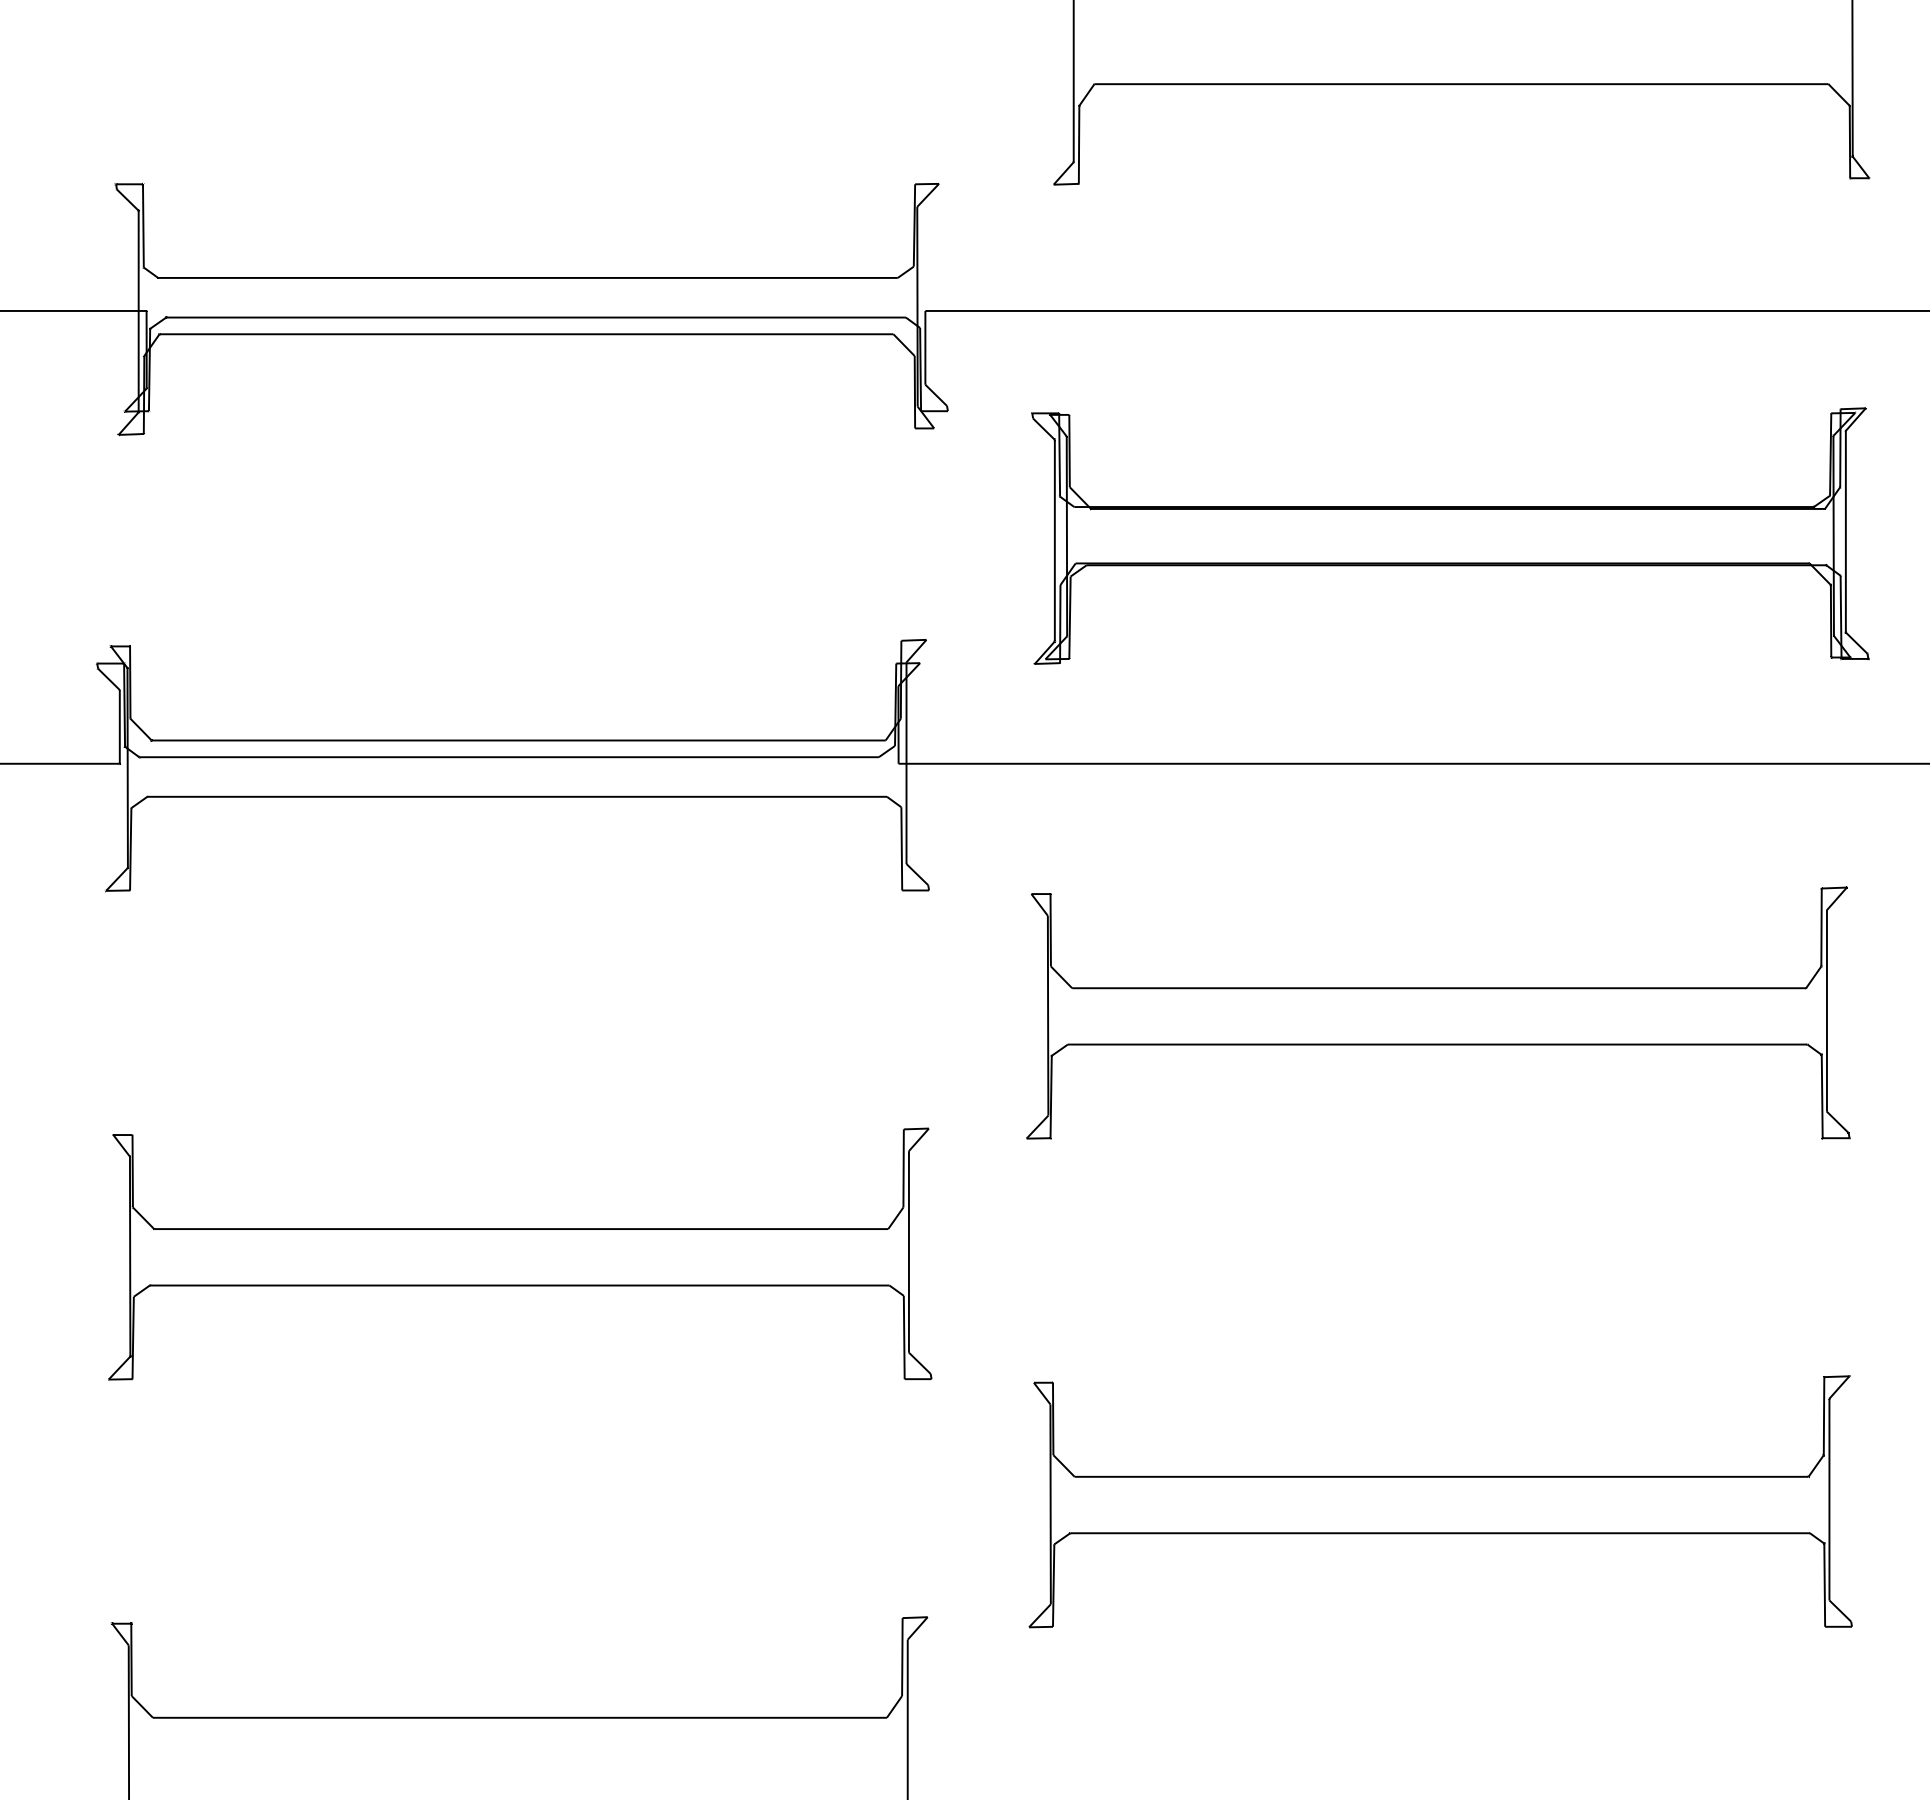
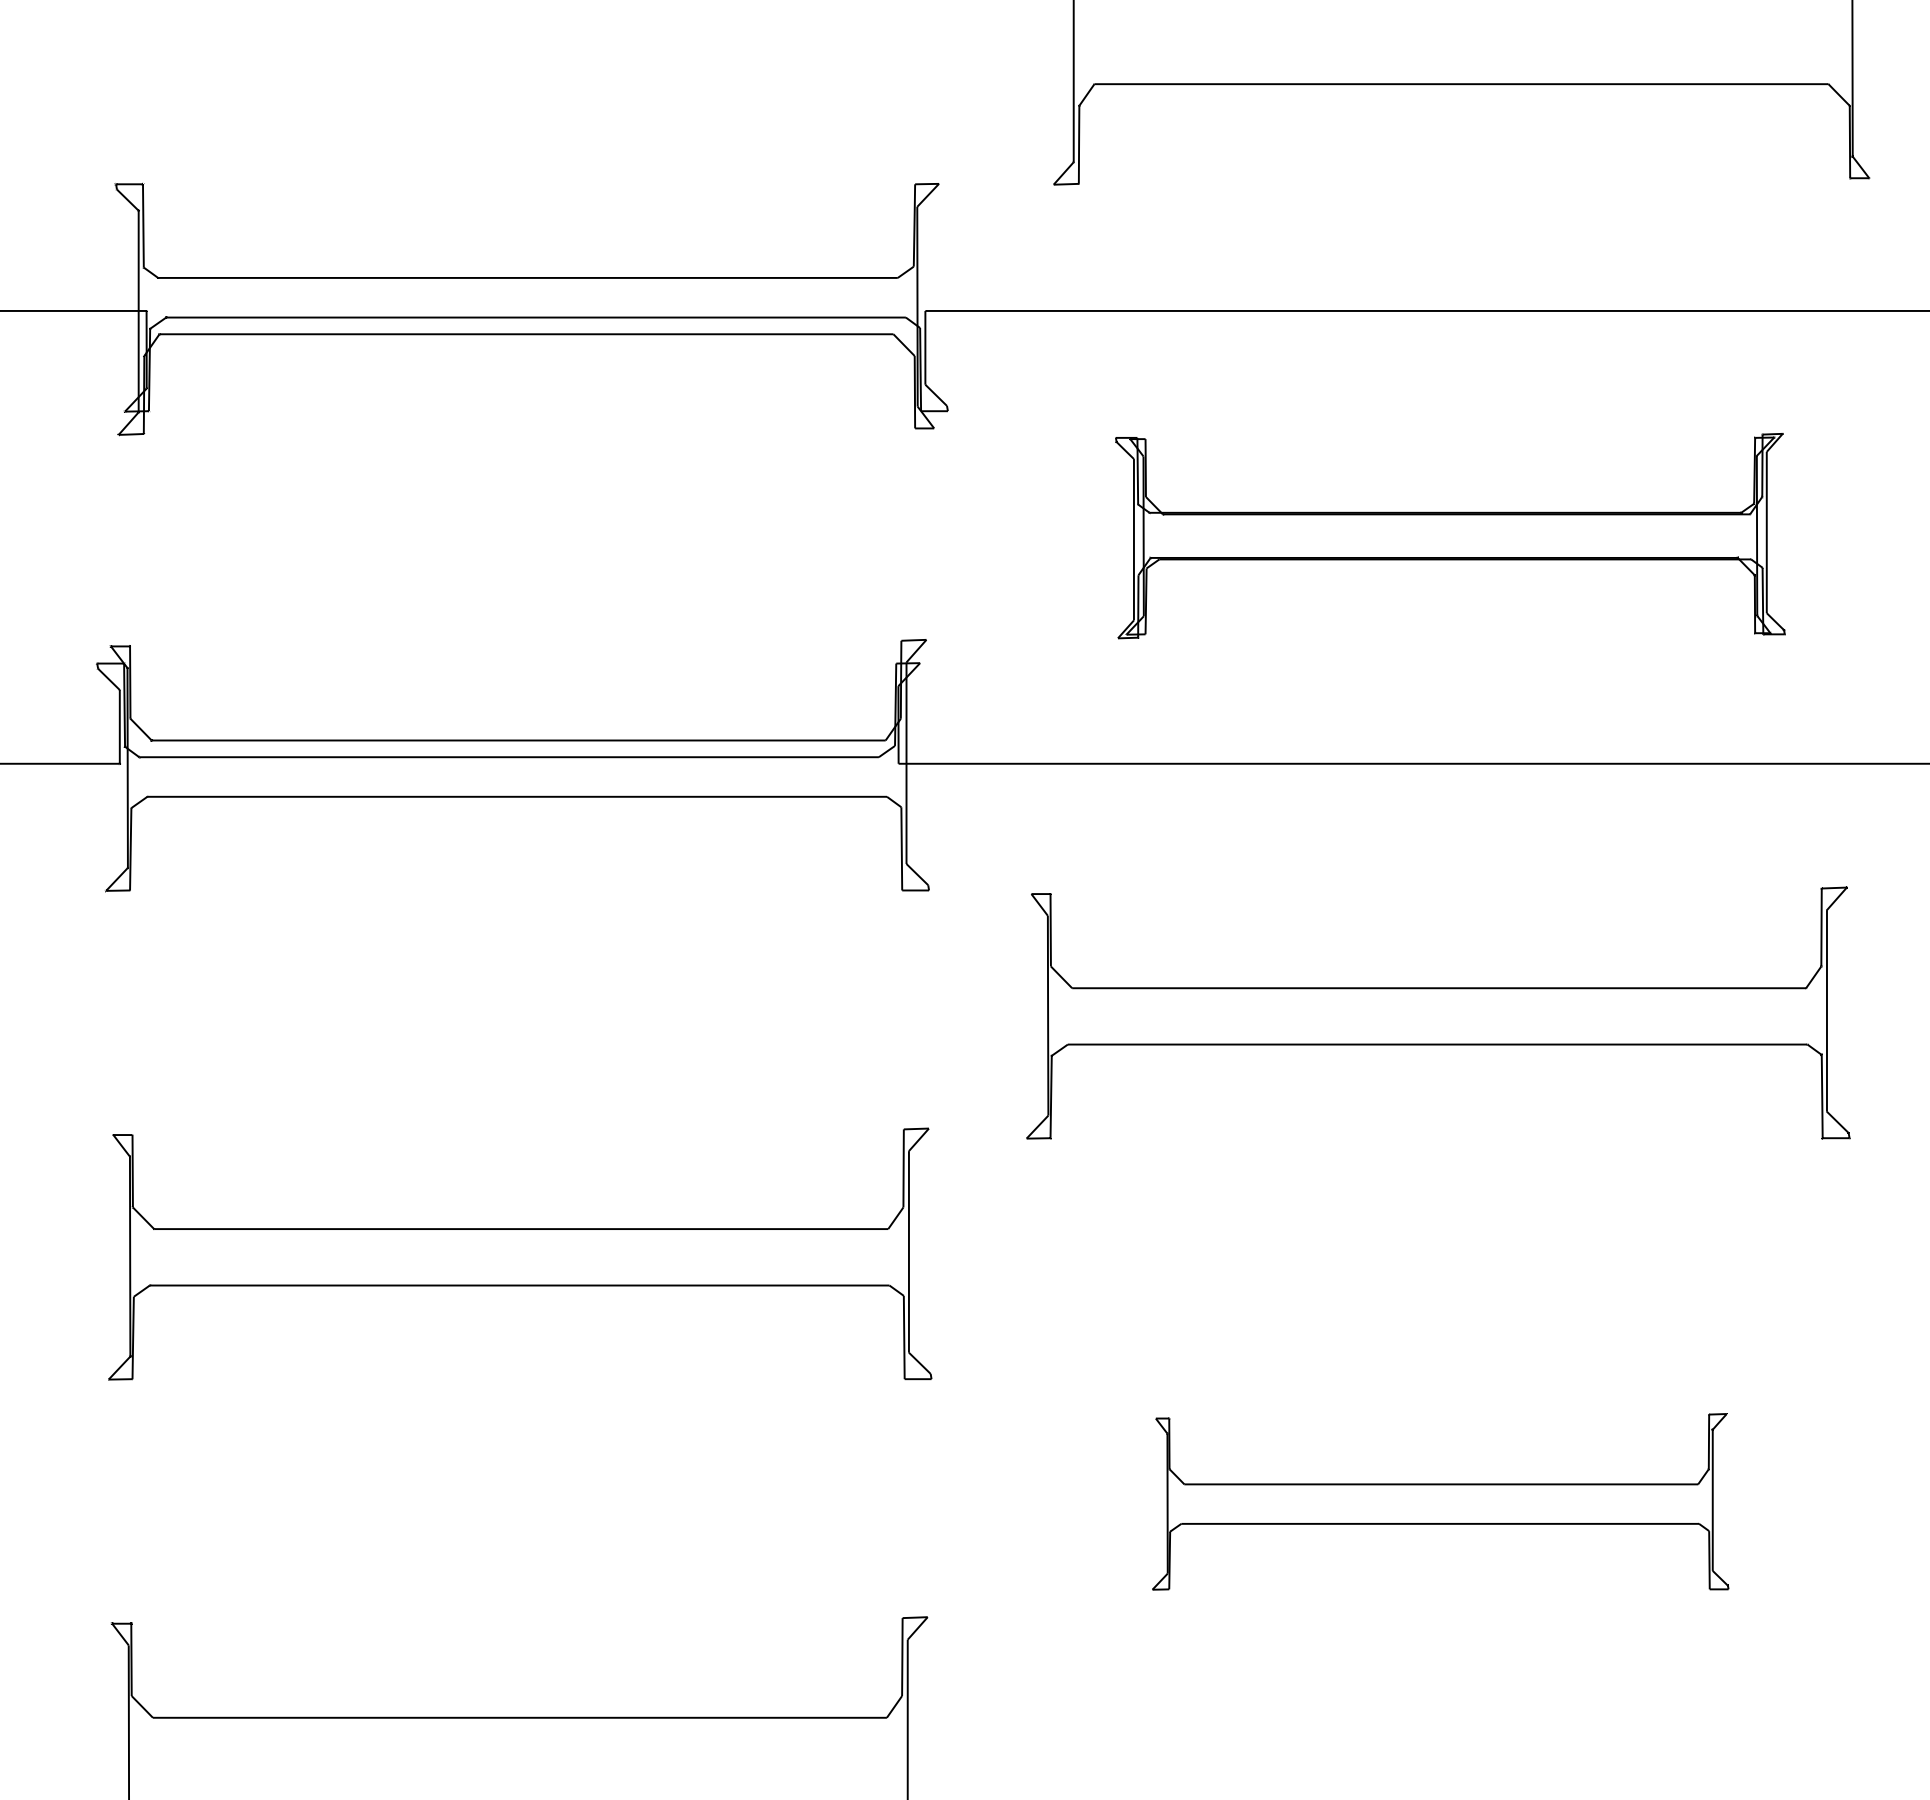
part at (1450, 535) size: 839x258 px -> 671x207 px
part at (1440, 1501) size: 825x254 px -> 578x178 px
